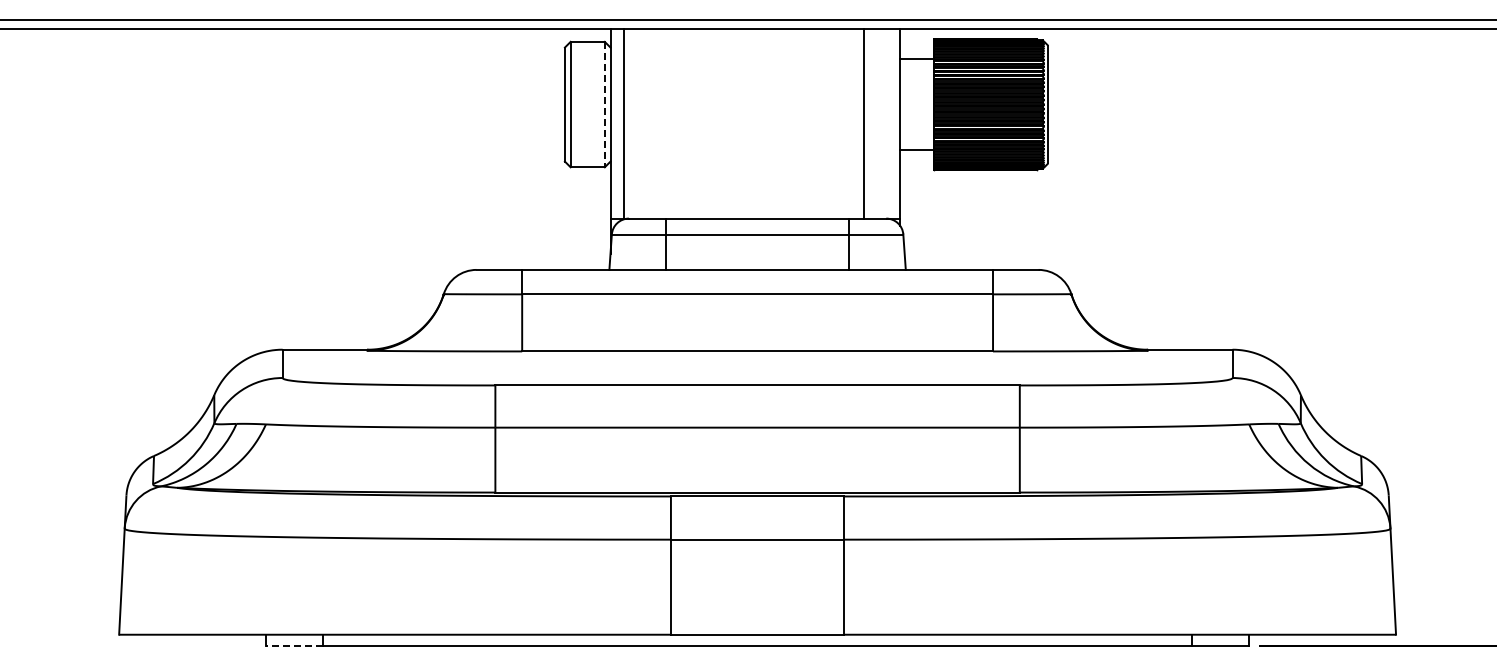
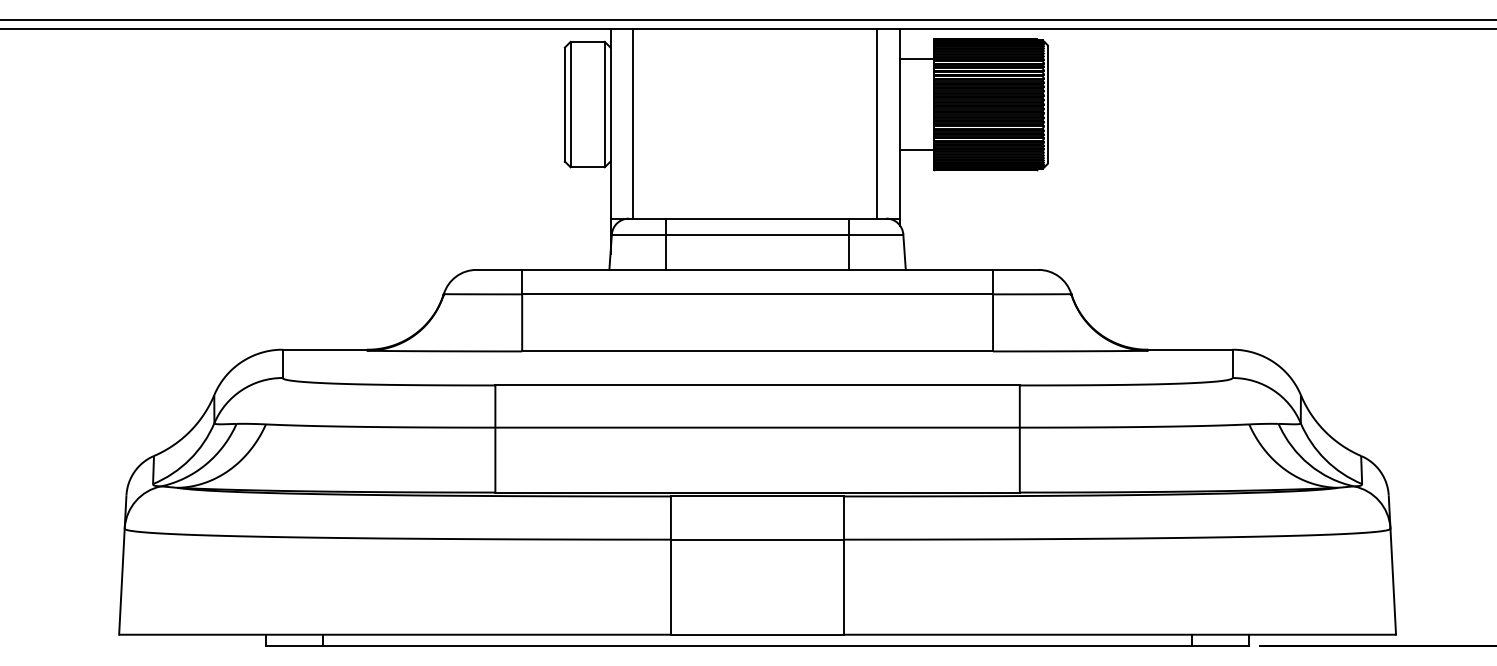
line at (604, 104): dashed -> solid
line at (624, 123) position: (624, 123) -> (633, 123)
line at (864, 123) position: (864, 123) -> (877, 123)
line at (294, 646): dashed -> solid
